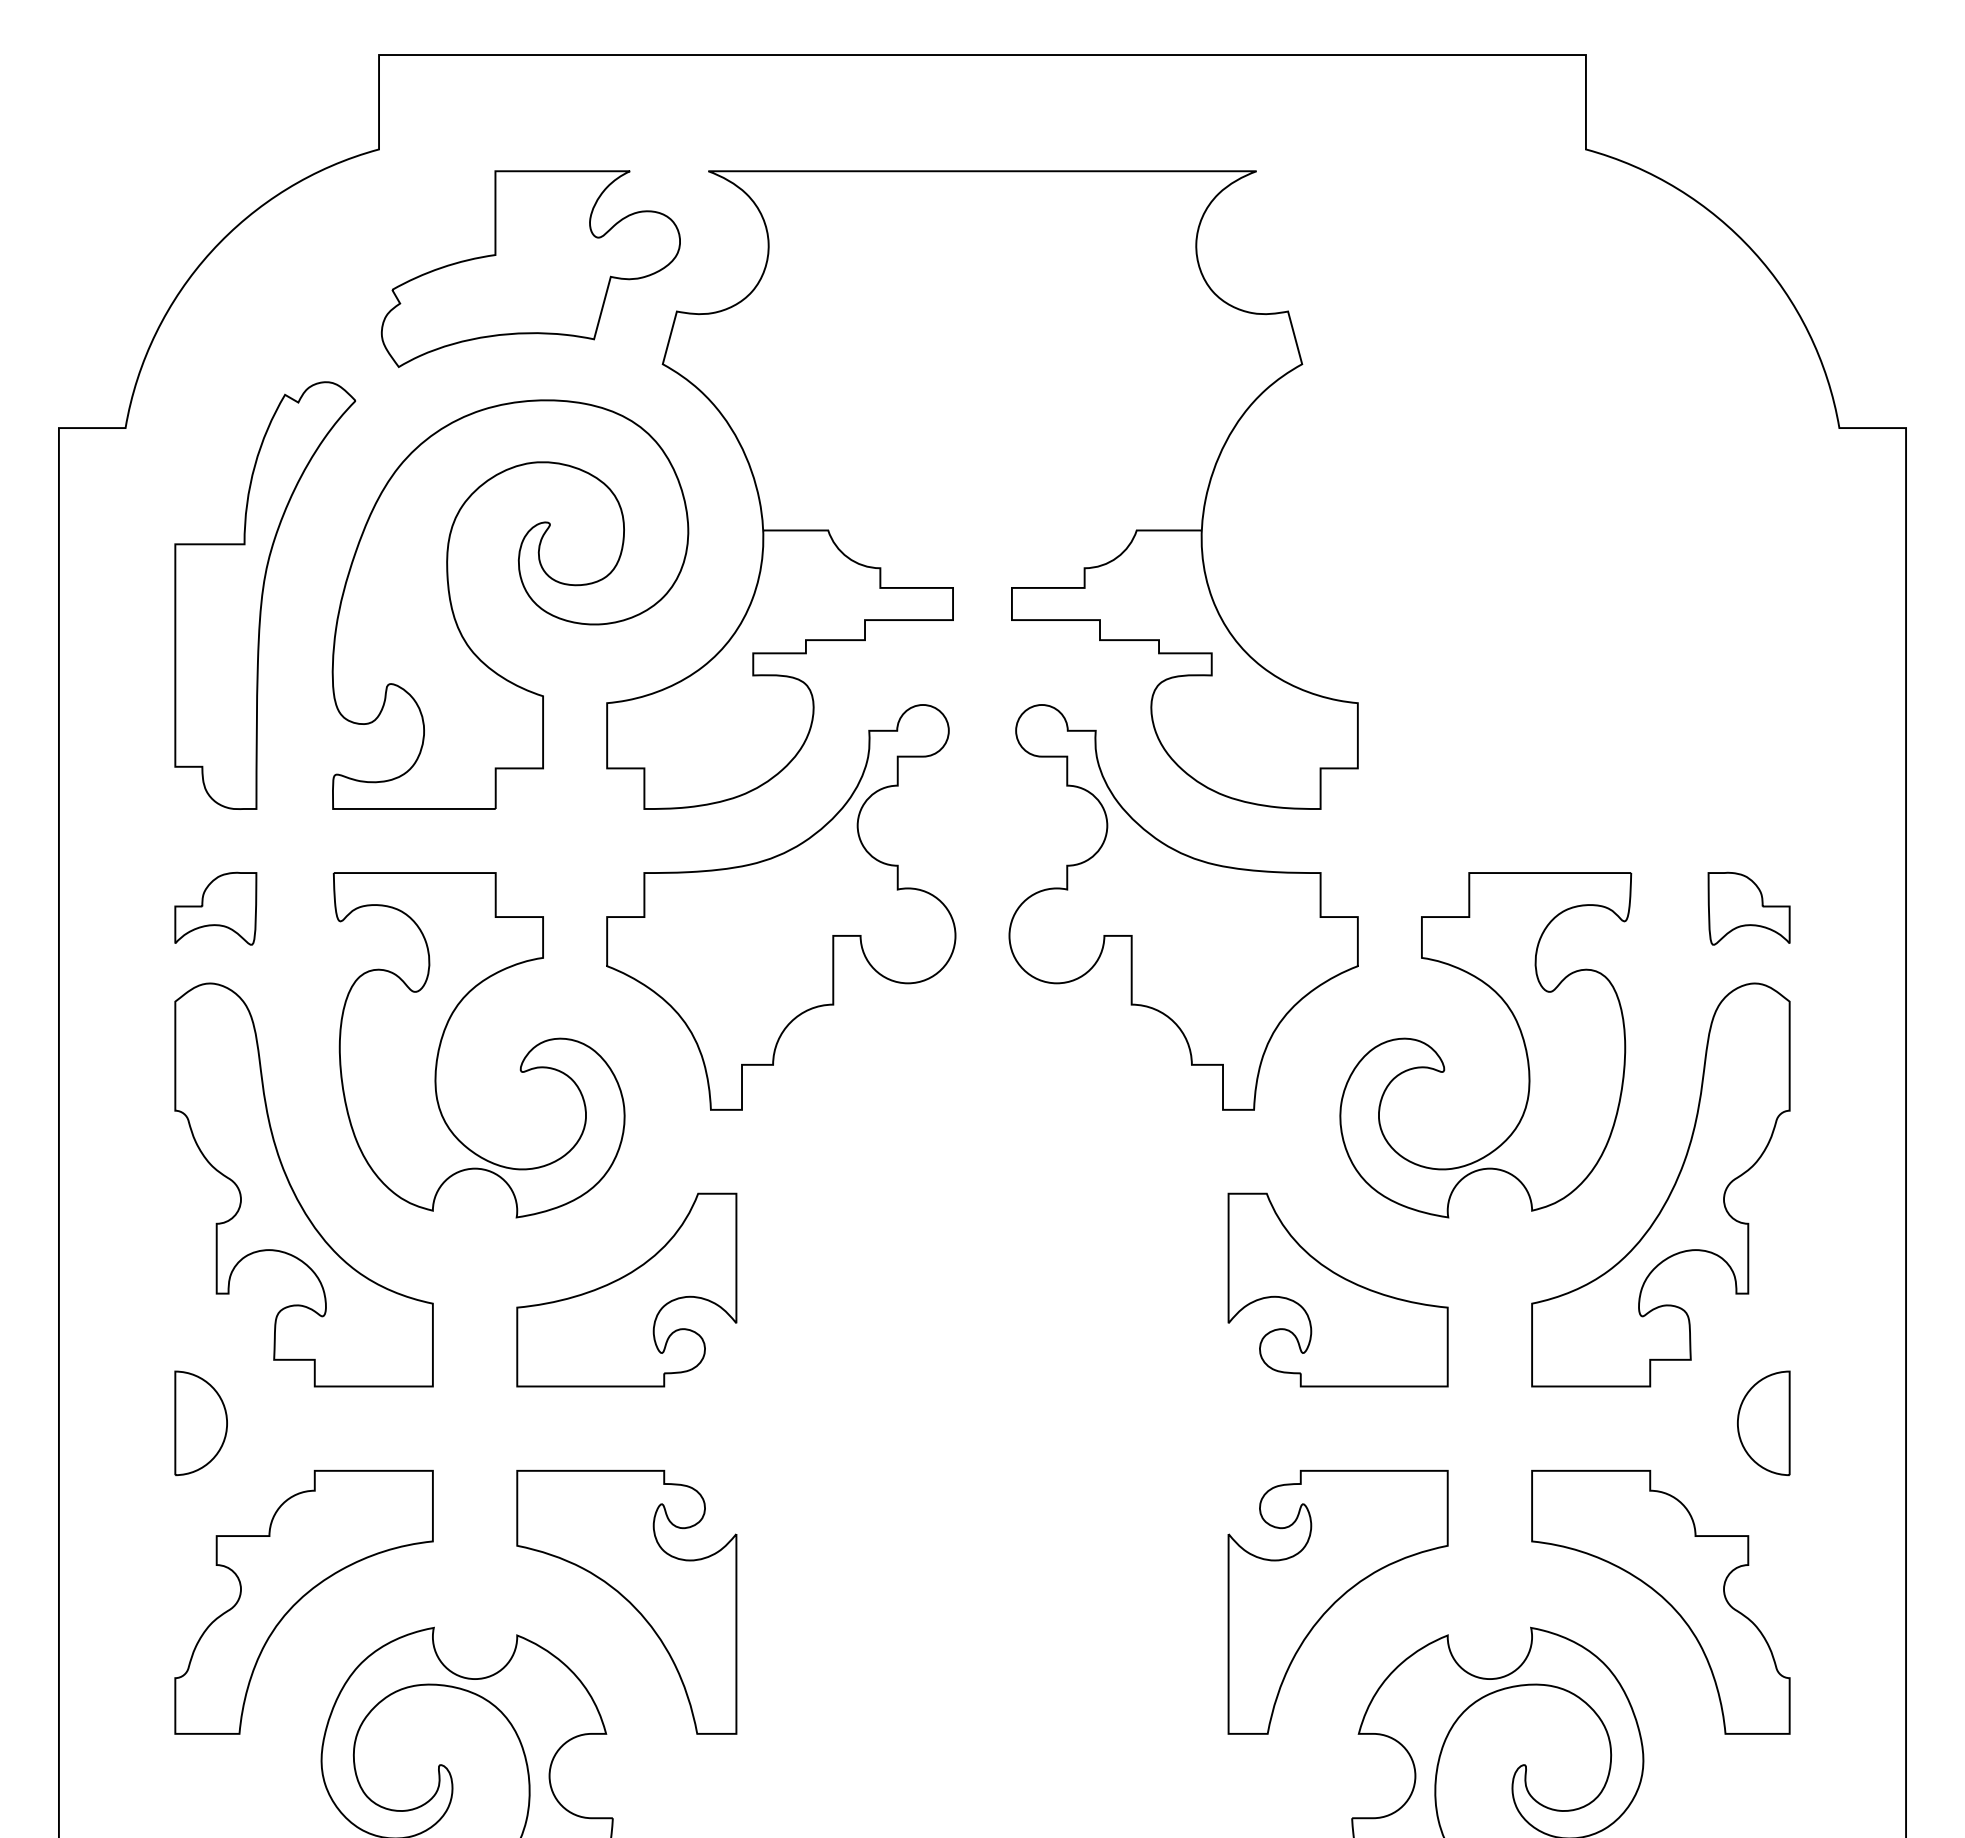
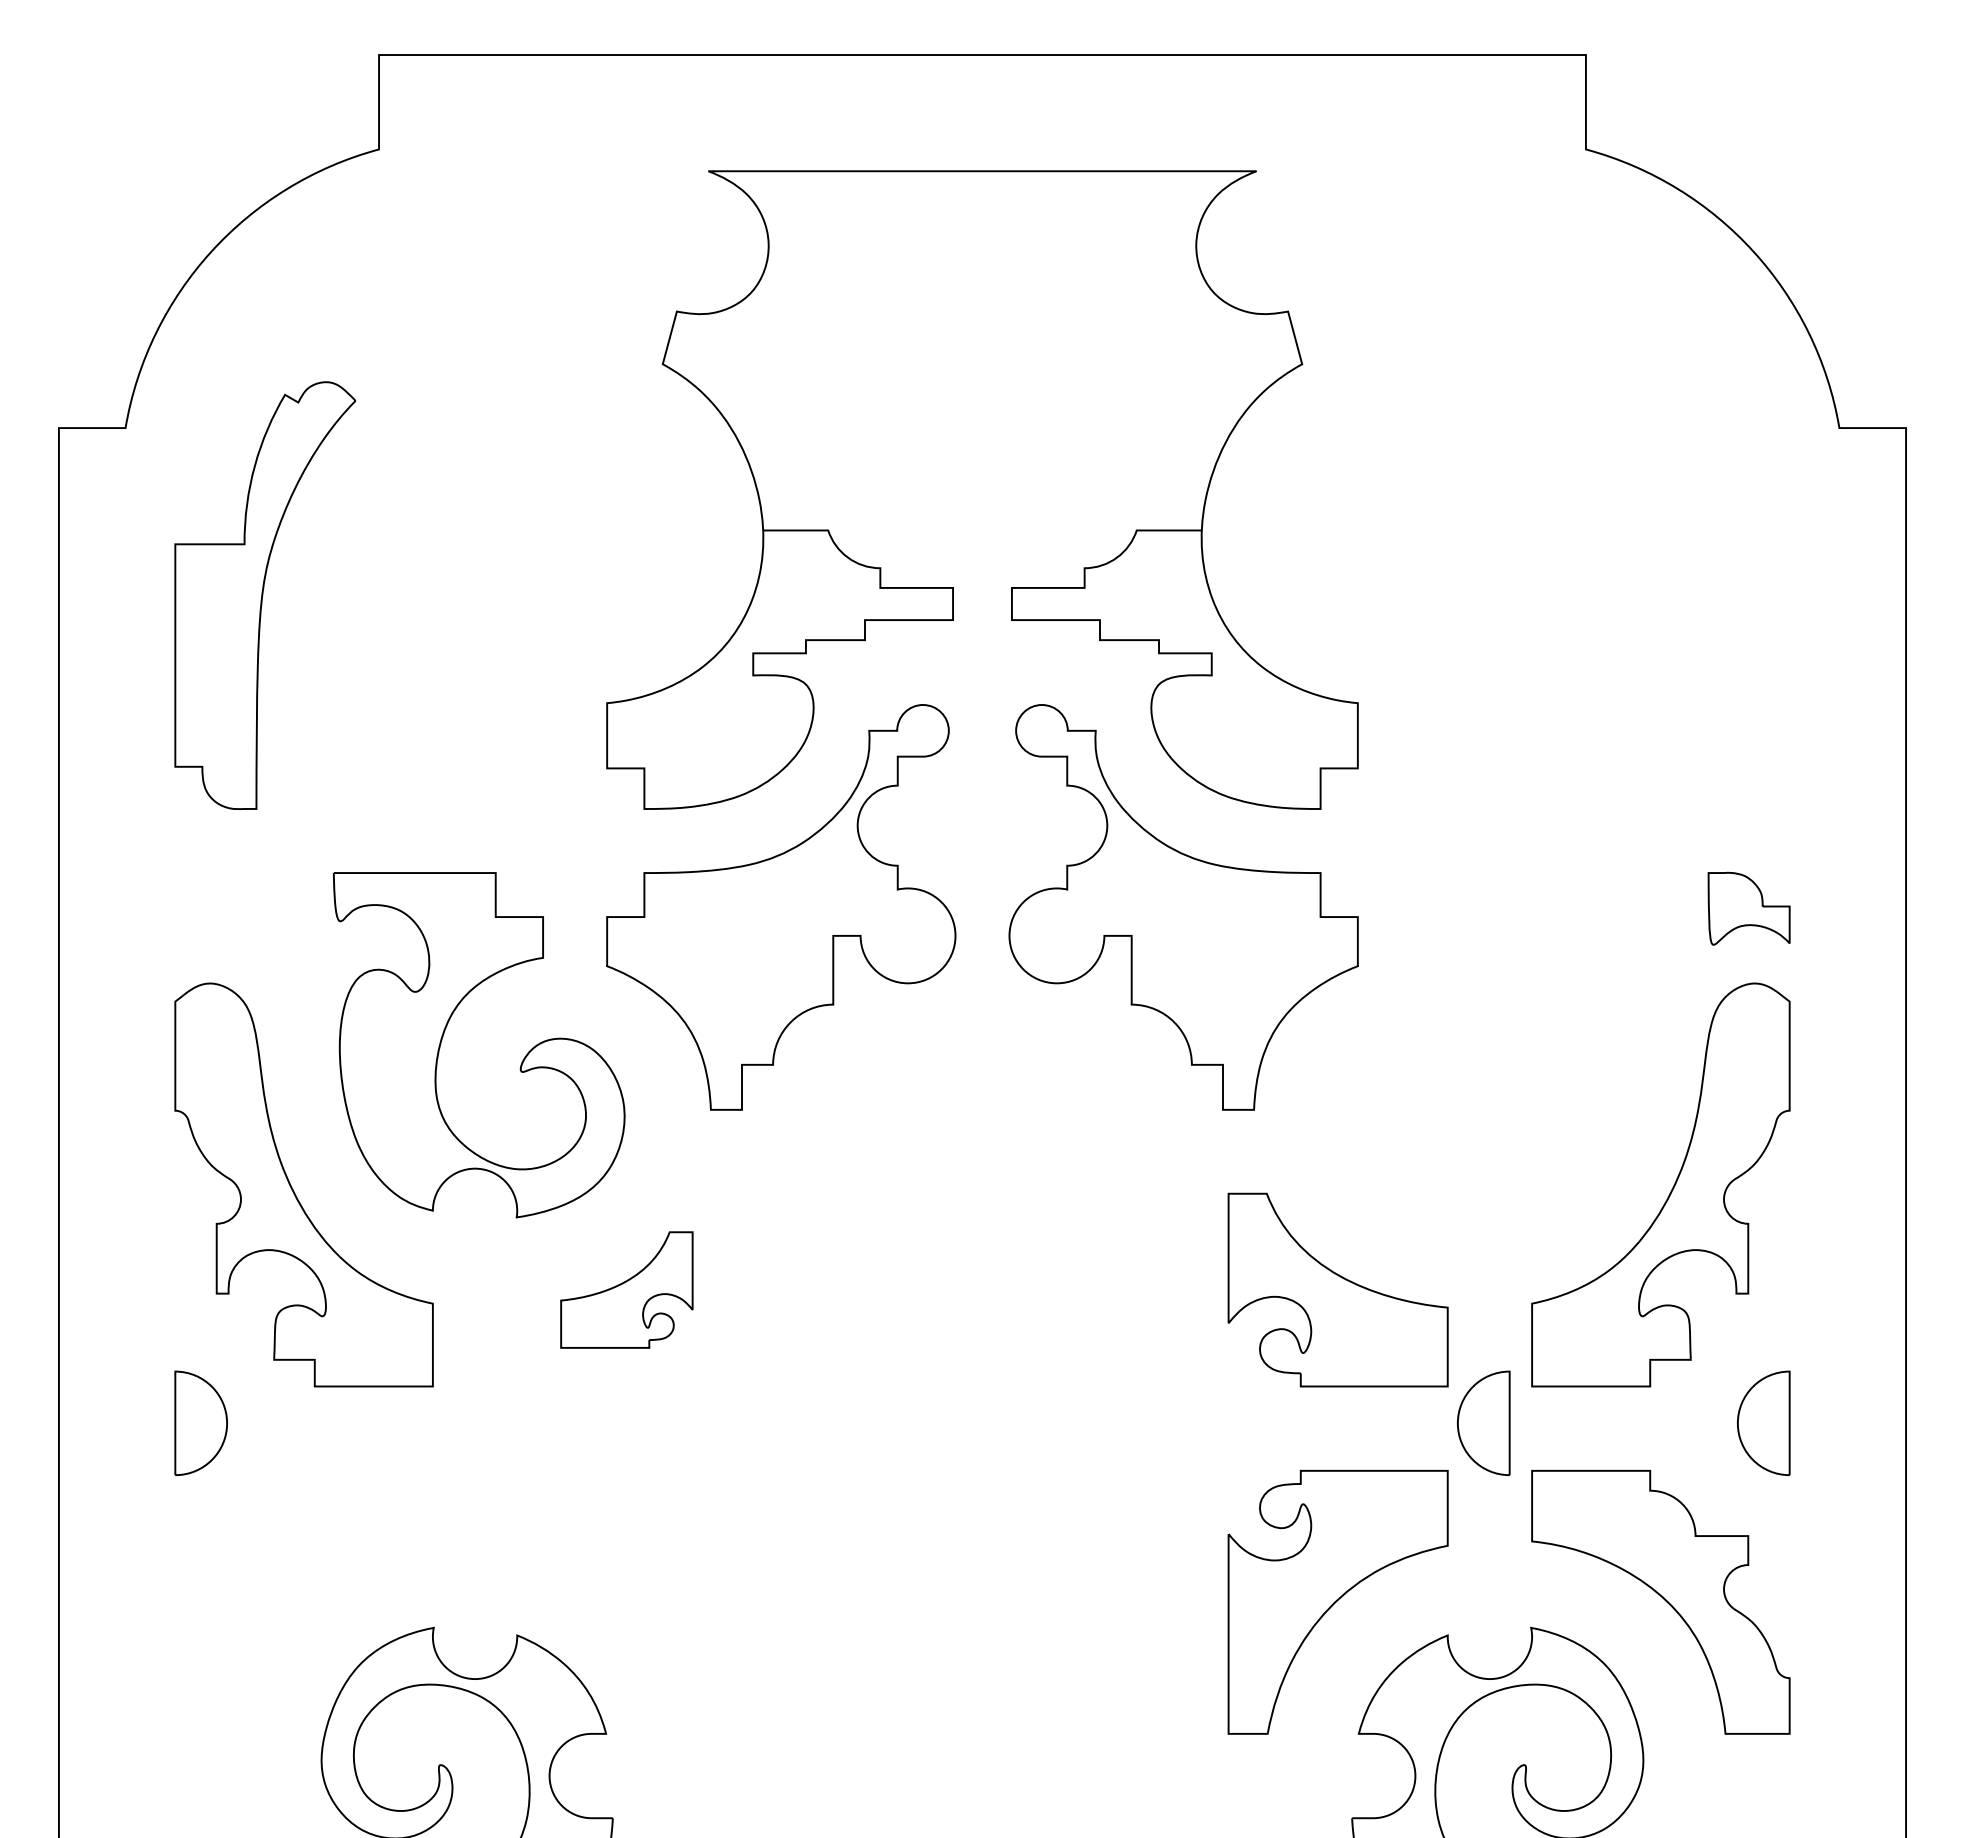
part at (530, 268): present -> none
part at (525, 592): present -> none
part at (215, 908): present -> none
part at (1520, 1034): present -> none
part at (626, 1289) size: 222x196 px -> 134x118 px
part at (1483, 1423): none -> present
part at (303, 1602): present -> none
part at (626, 1602): present -> none
